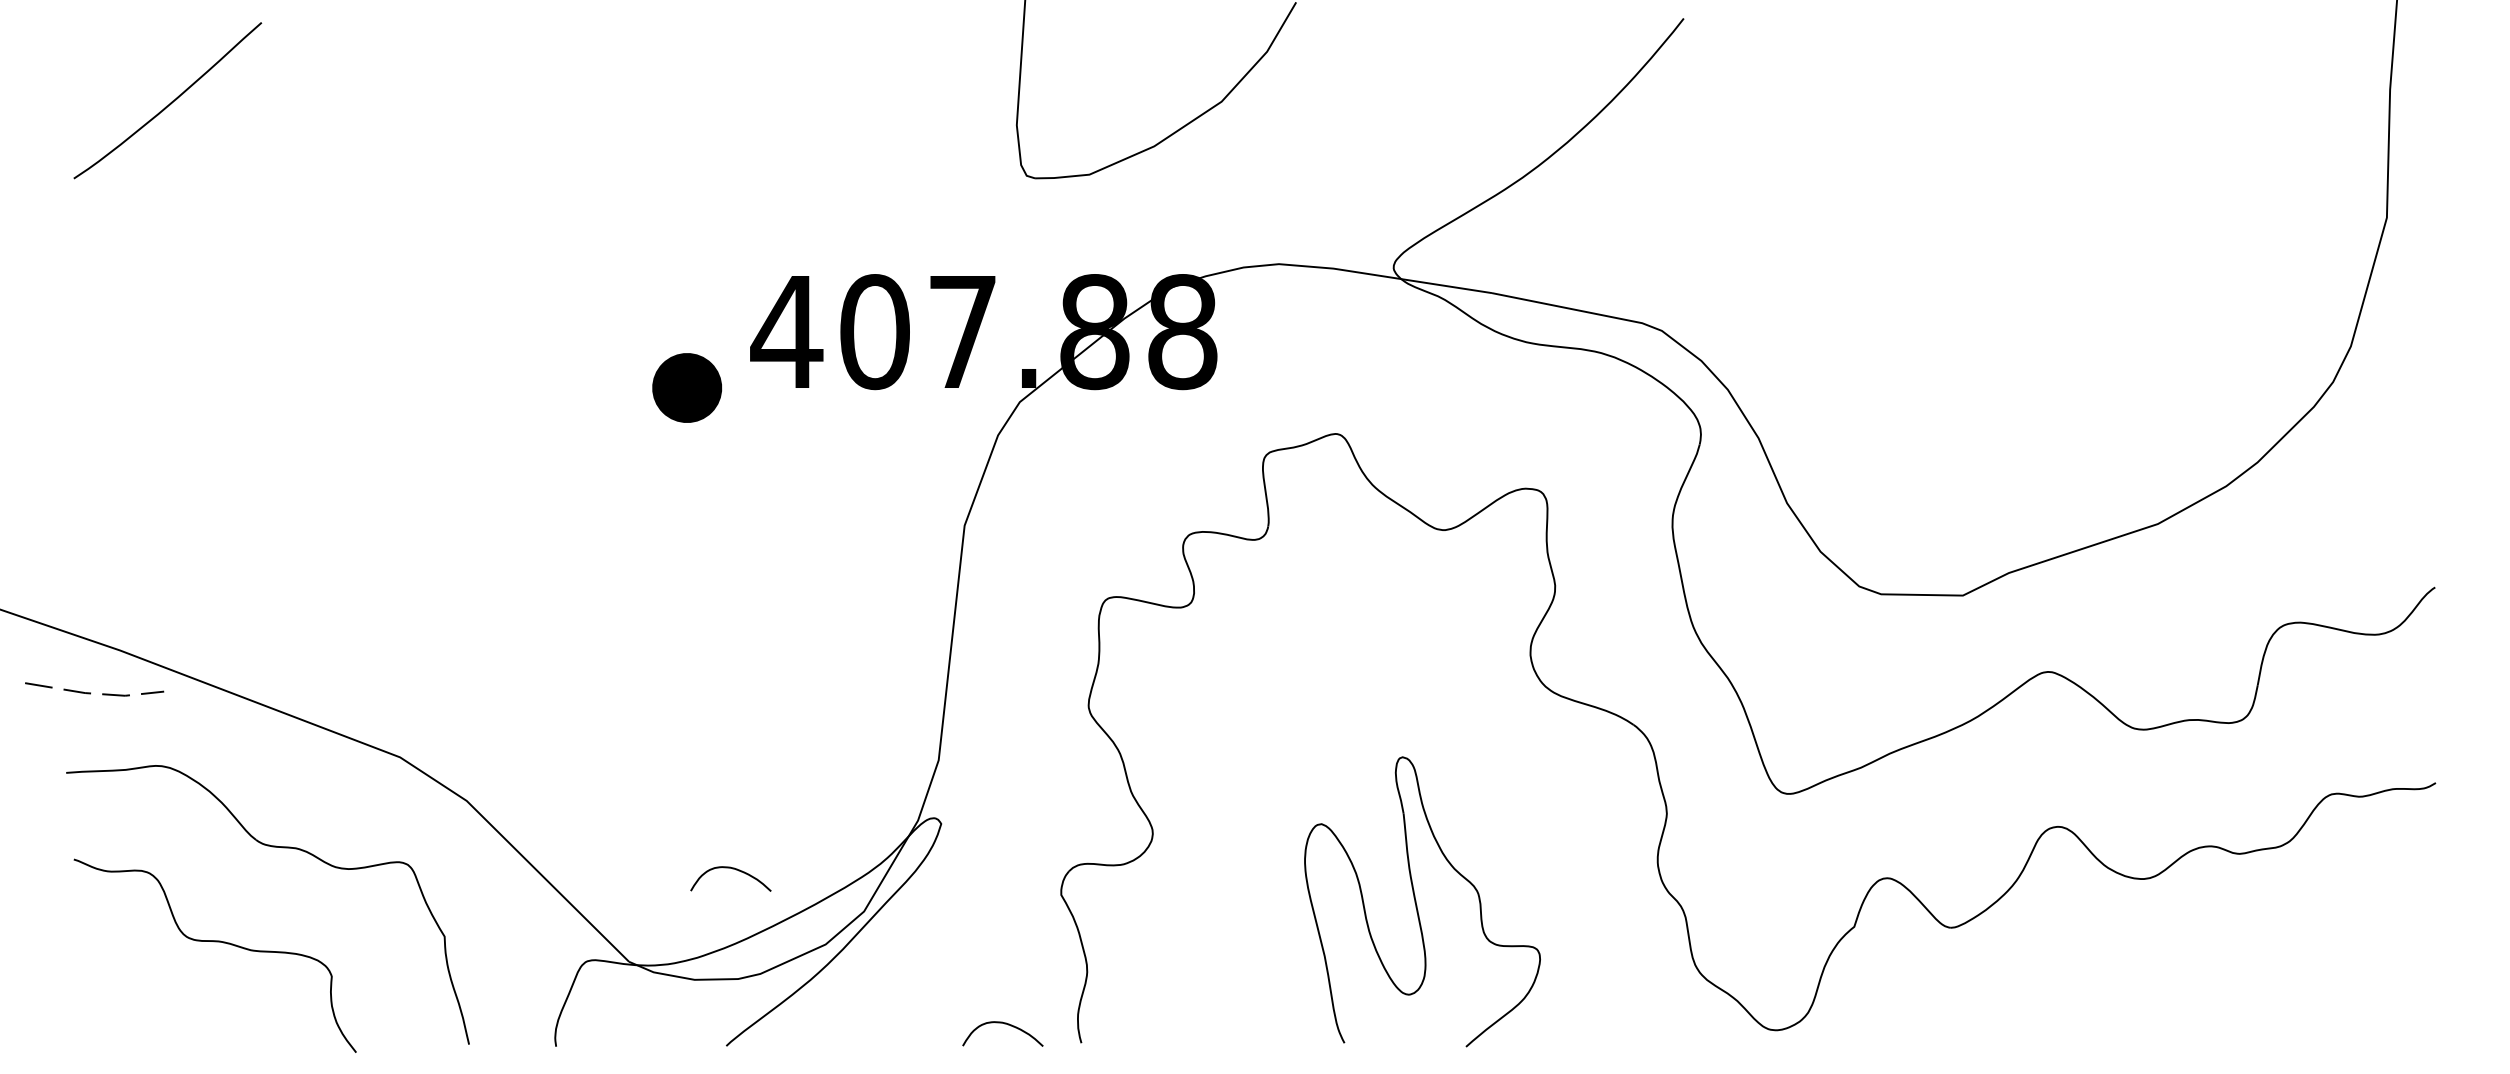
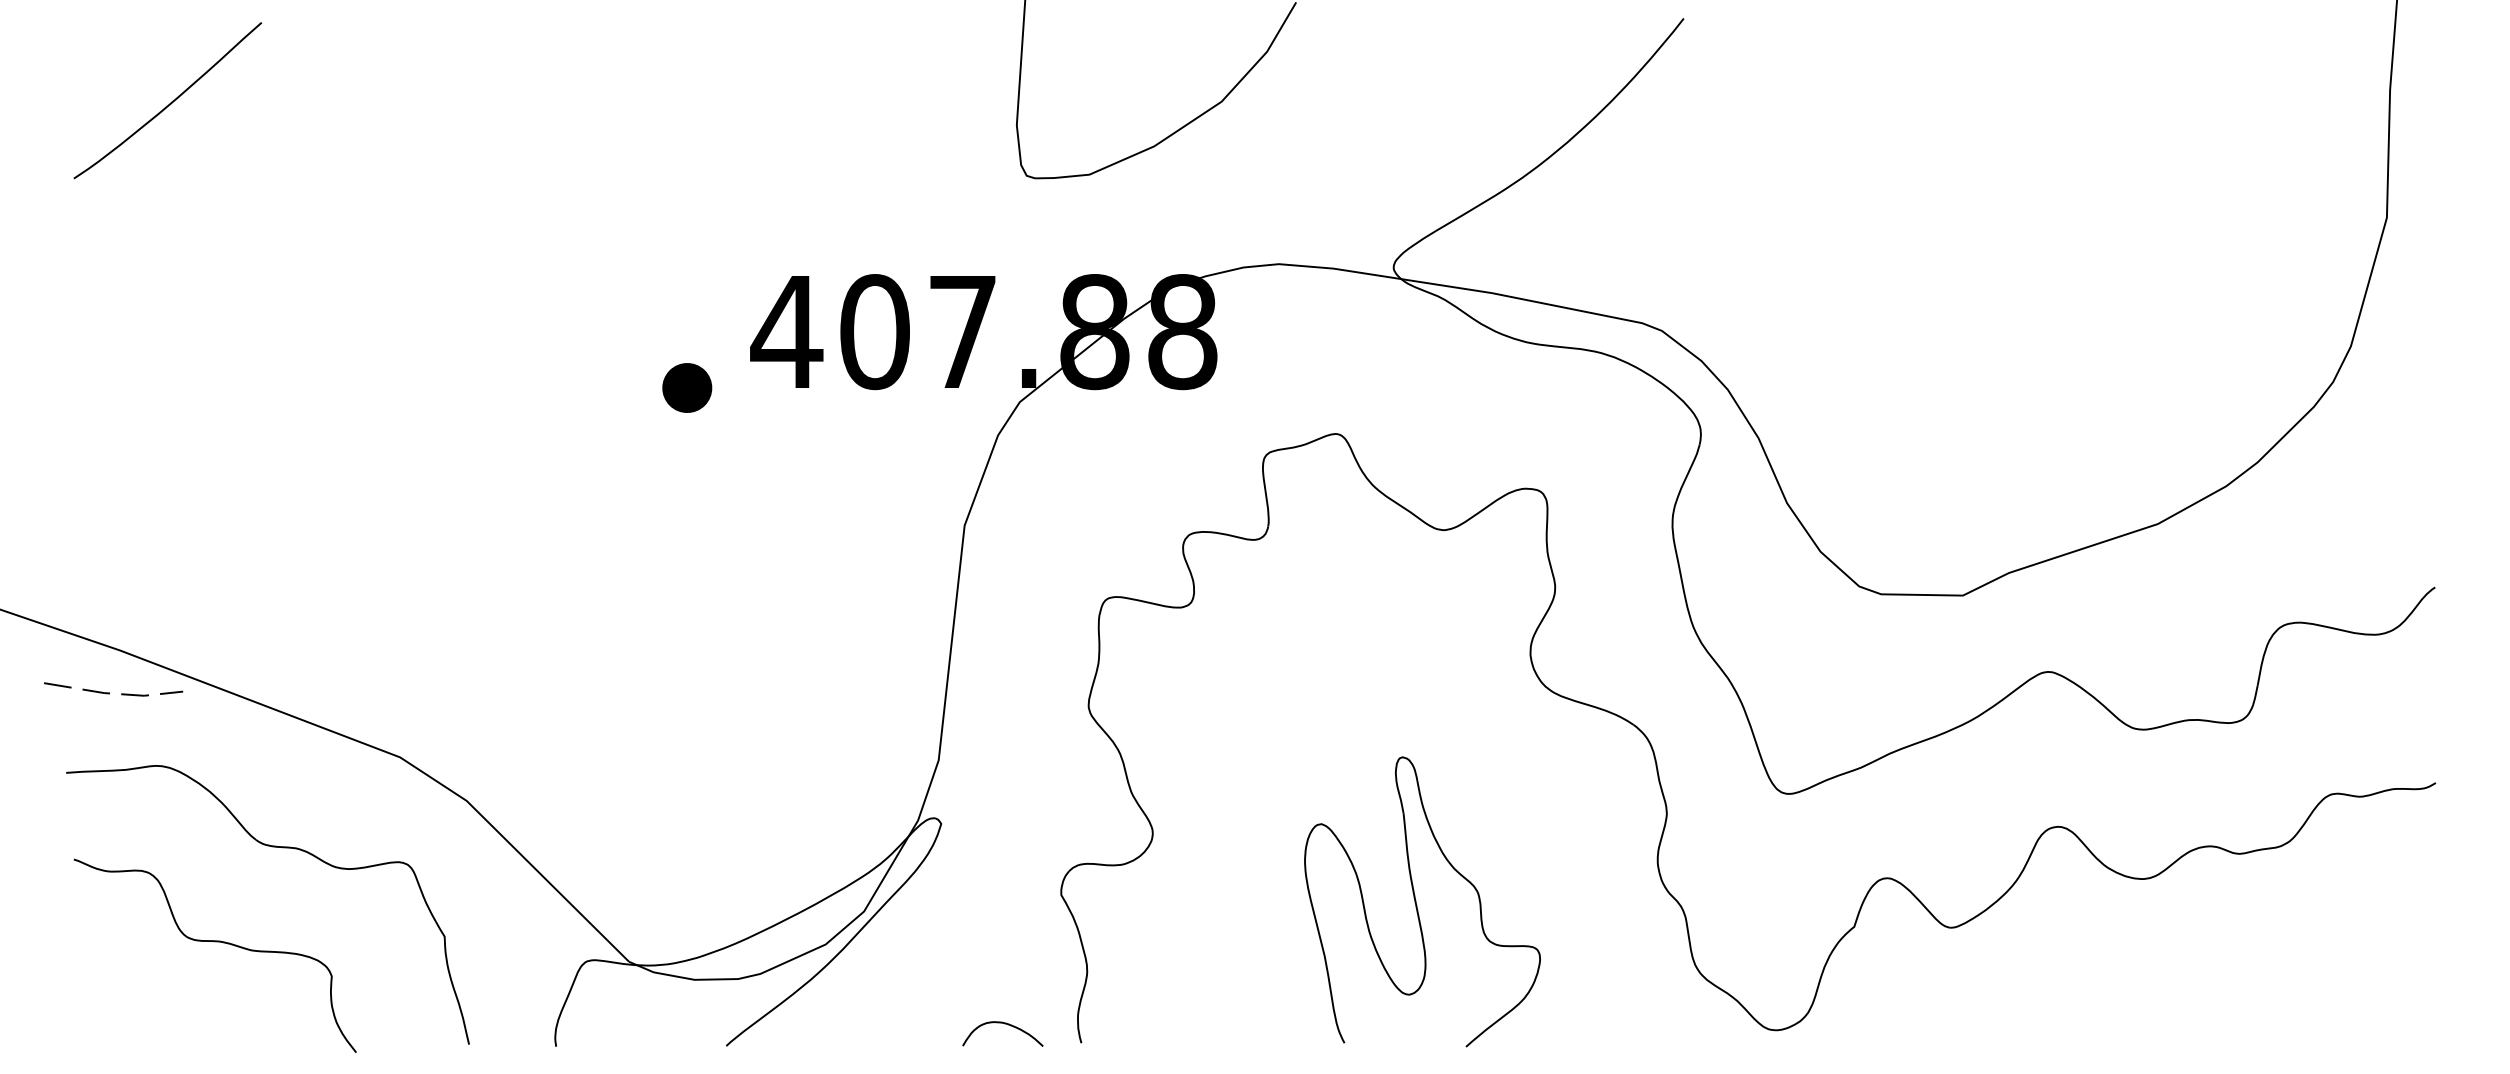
part at (687, 387) size: 71x70 px -> 51x50 px
line at (90, 692) position: (90, 692) -> (109, 692)
curve at (732, 869): present -> none
